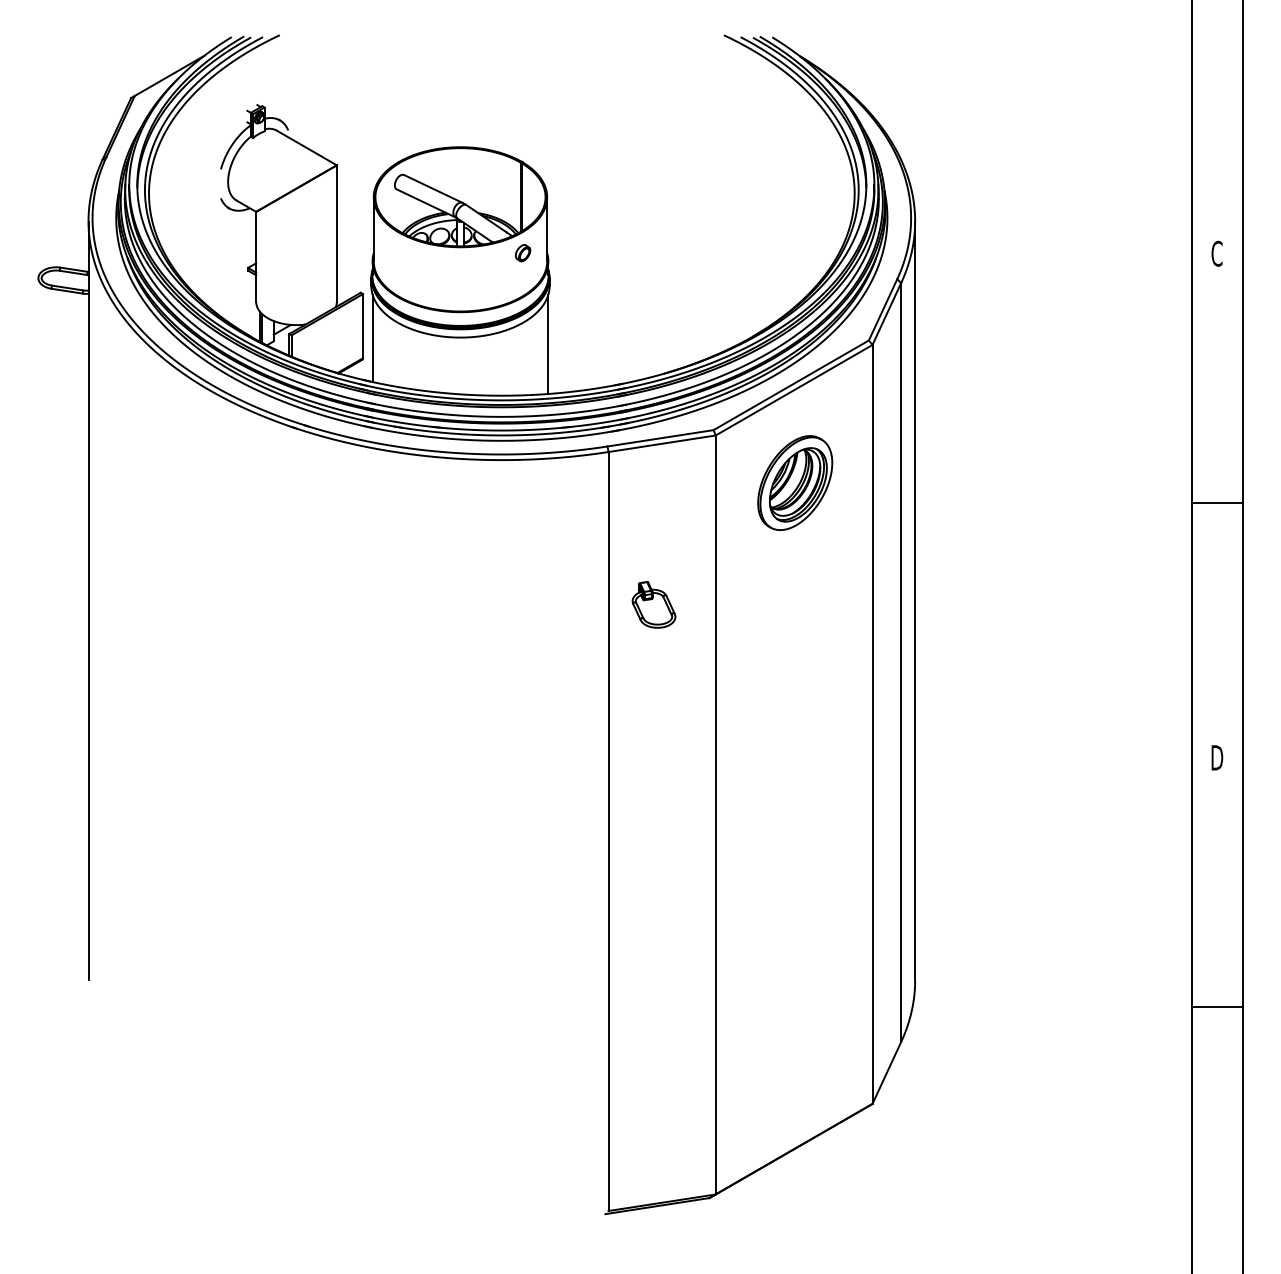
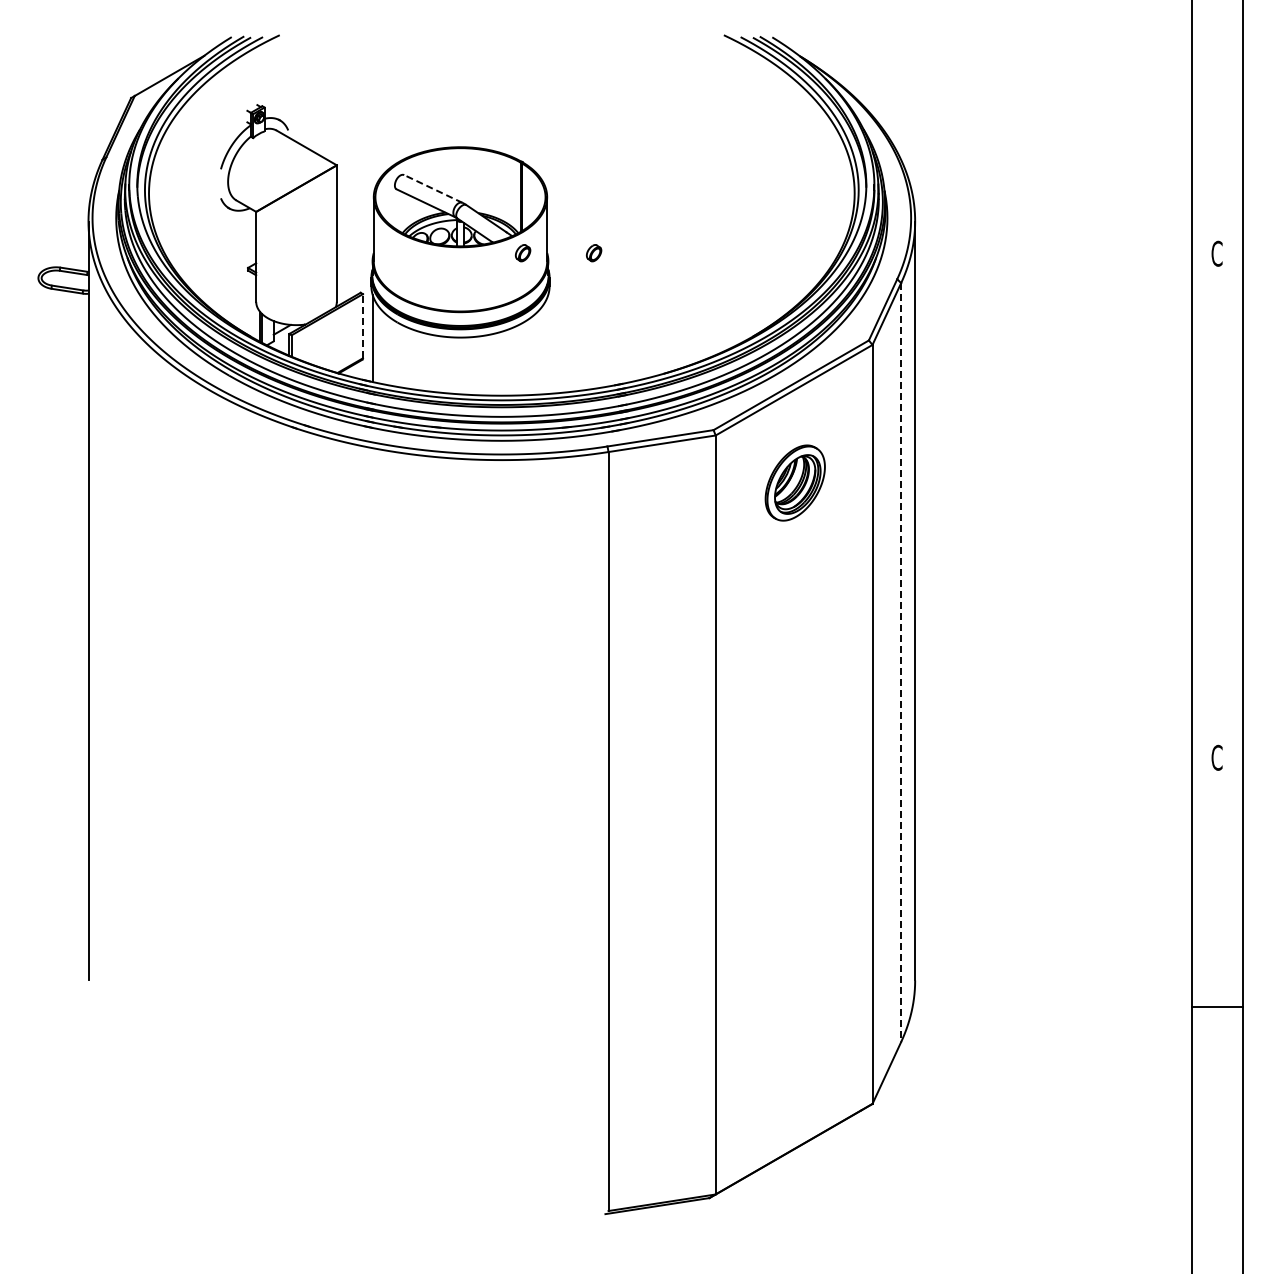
line at (432, 188): solid -> dashed
part at (594, 253): none -> present
line at (362, 325): solid -> dashed
line at (548, 344): present -> none
part at (795, 482) size: 77x96 px -> 62x78 px
line at (1217, 503): present -> none
part at (653, 604): present -> none
line at (901, 663): solid -> dashed
text at (1217, 757): D -> C
